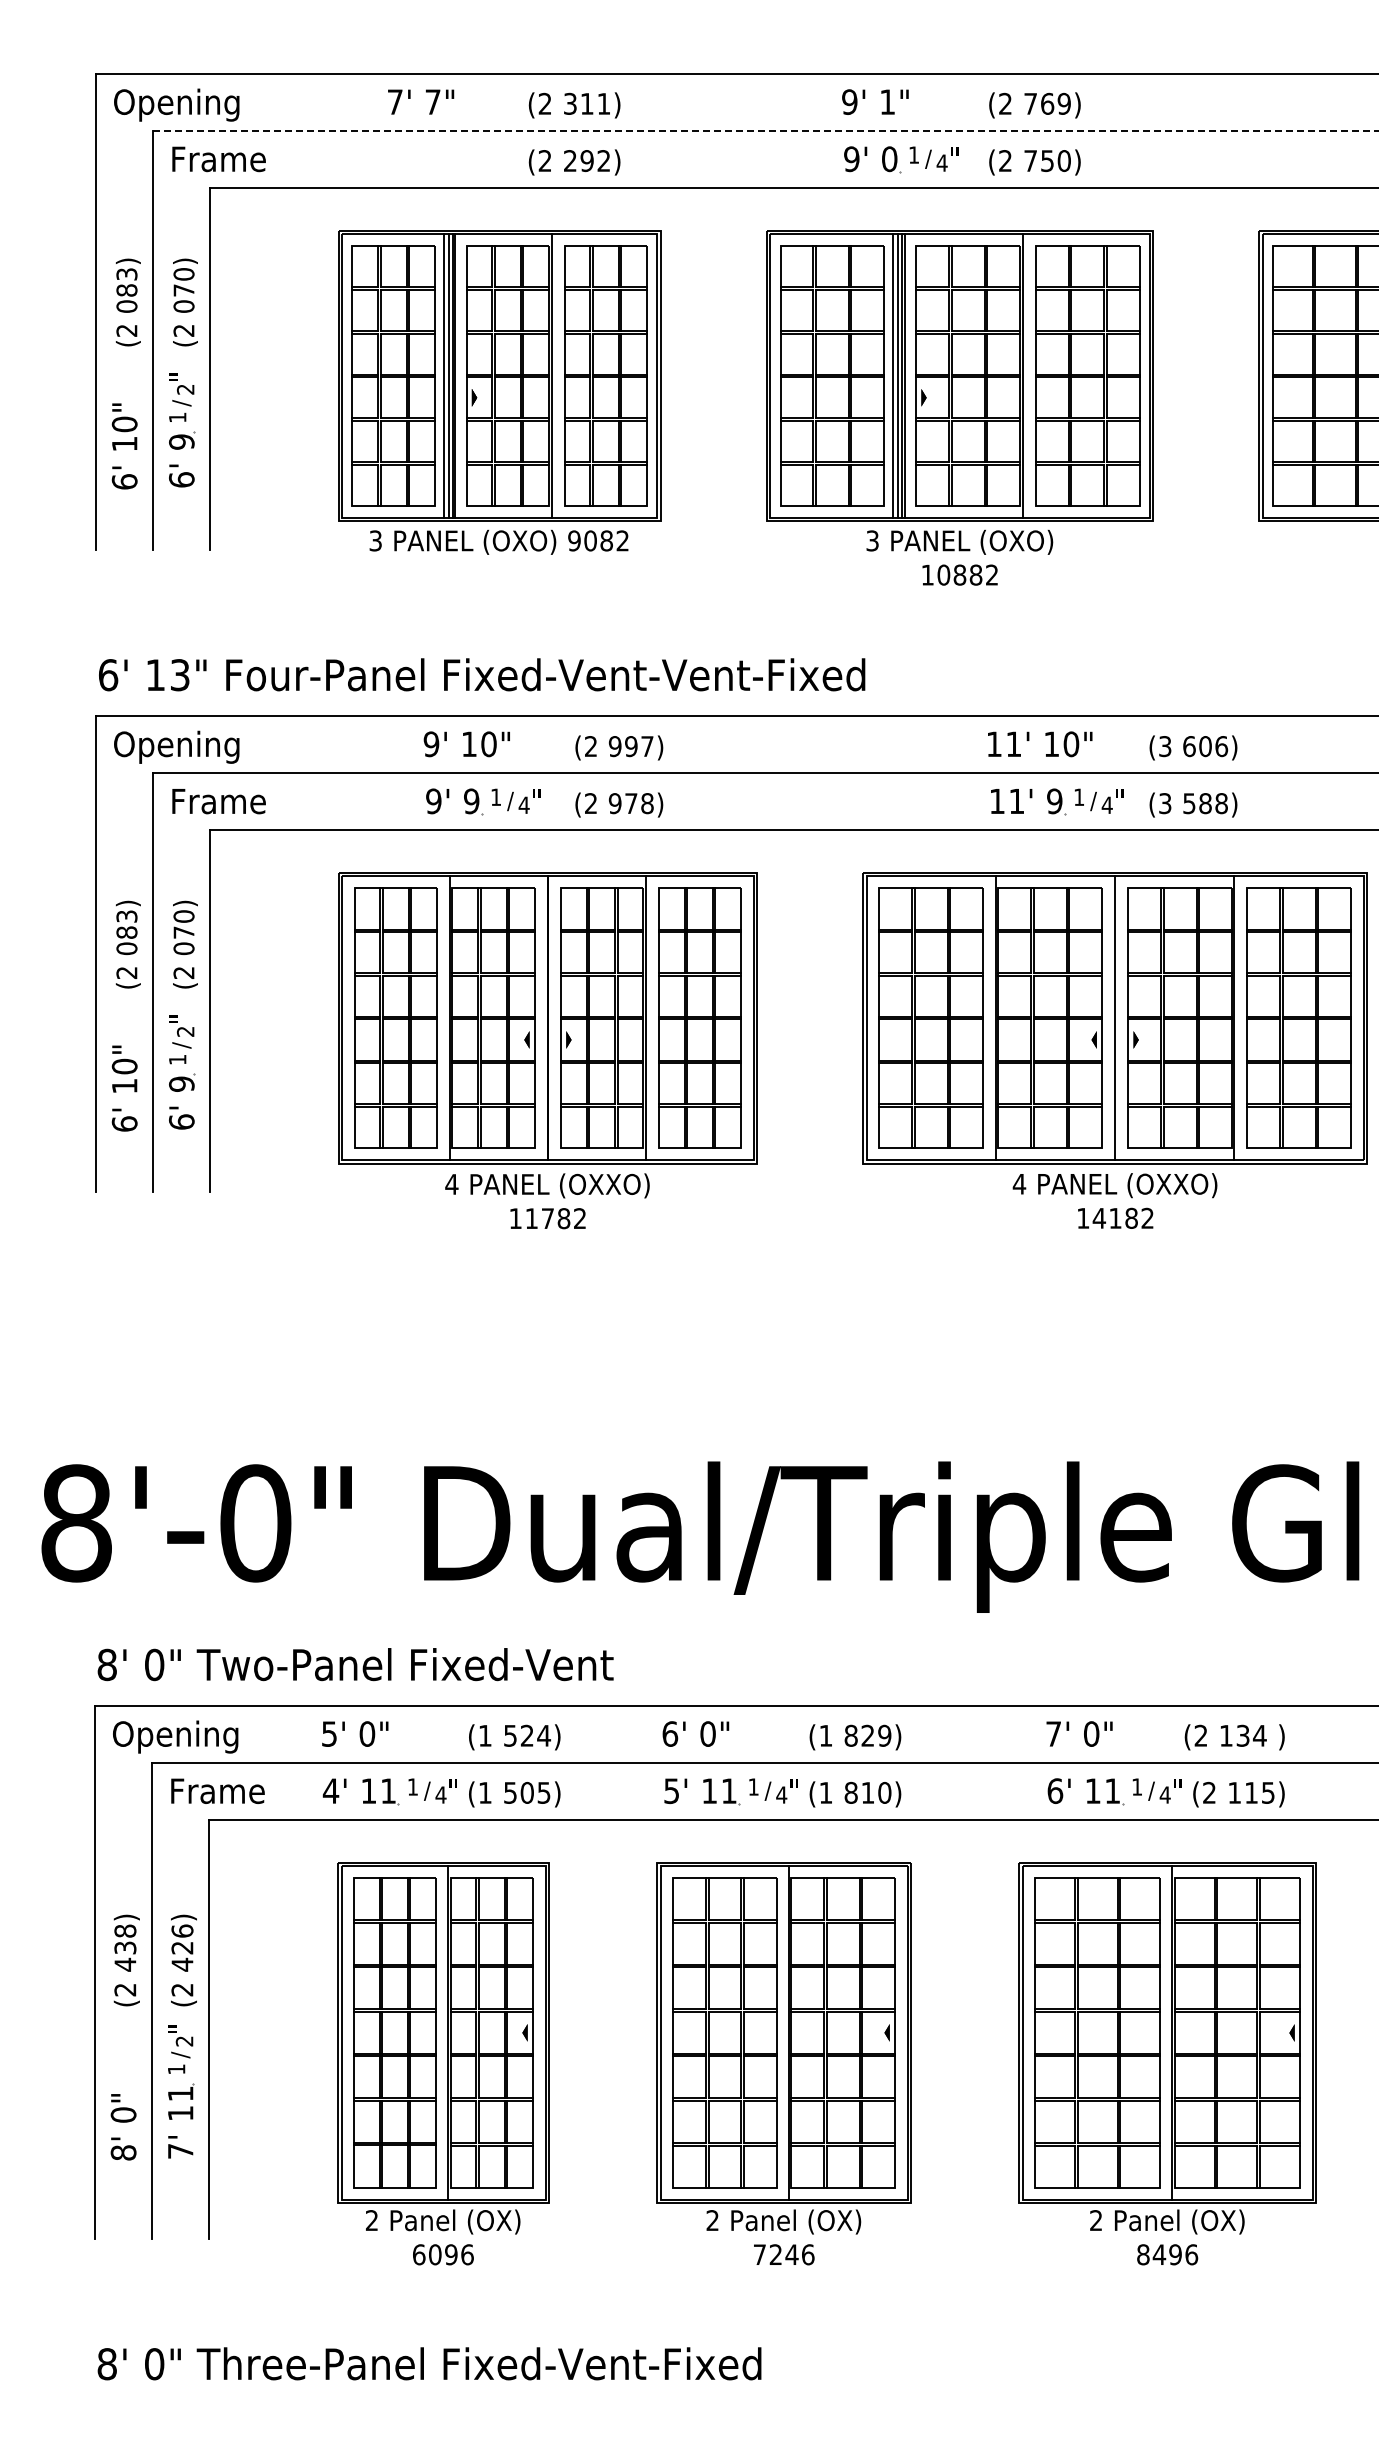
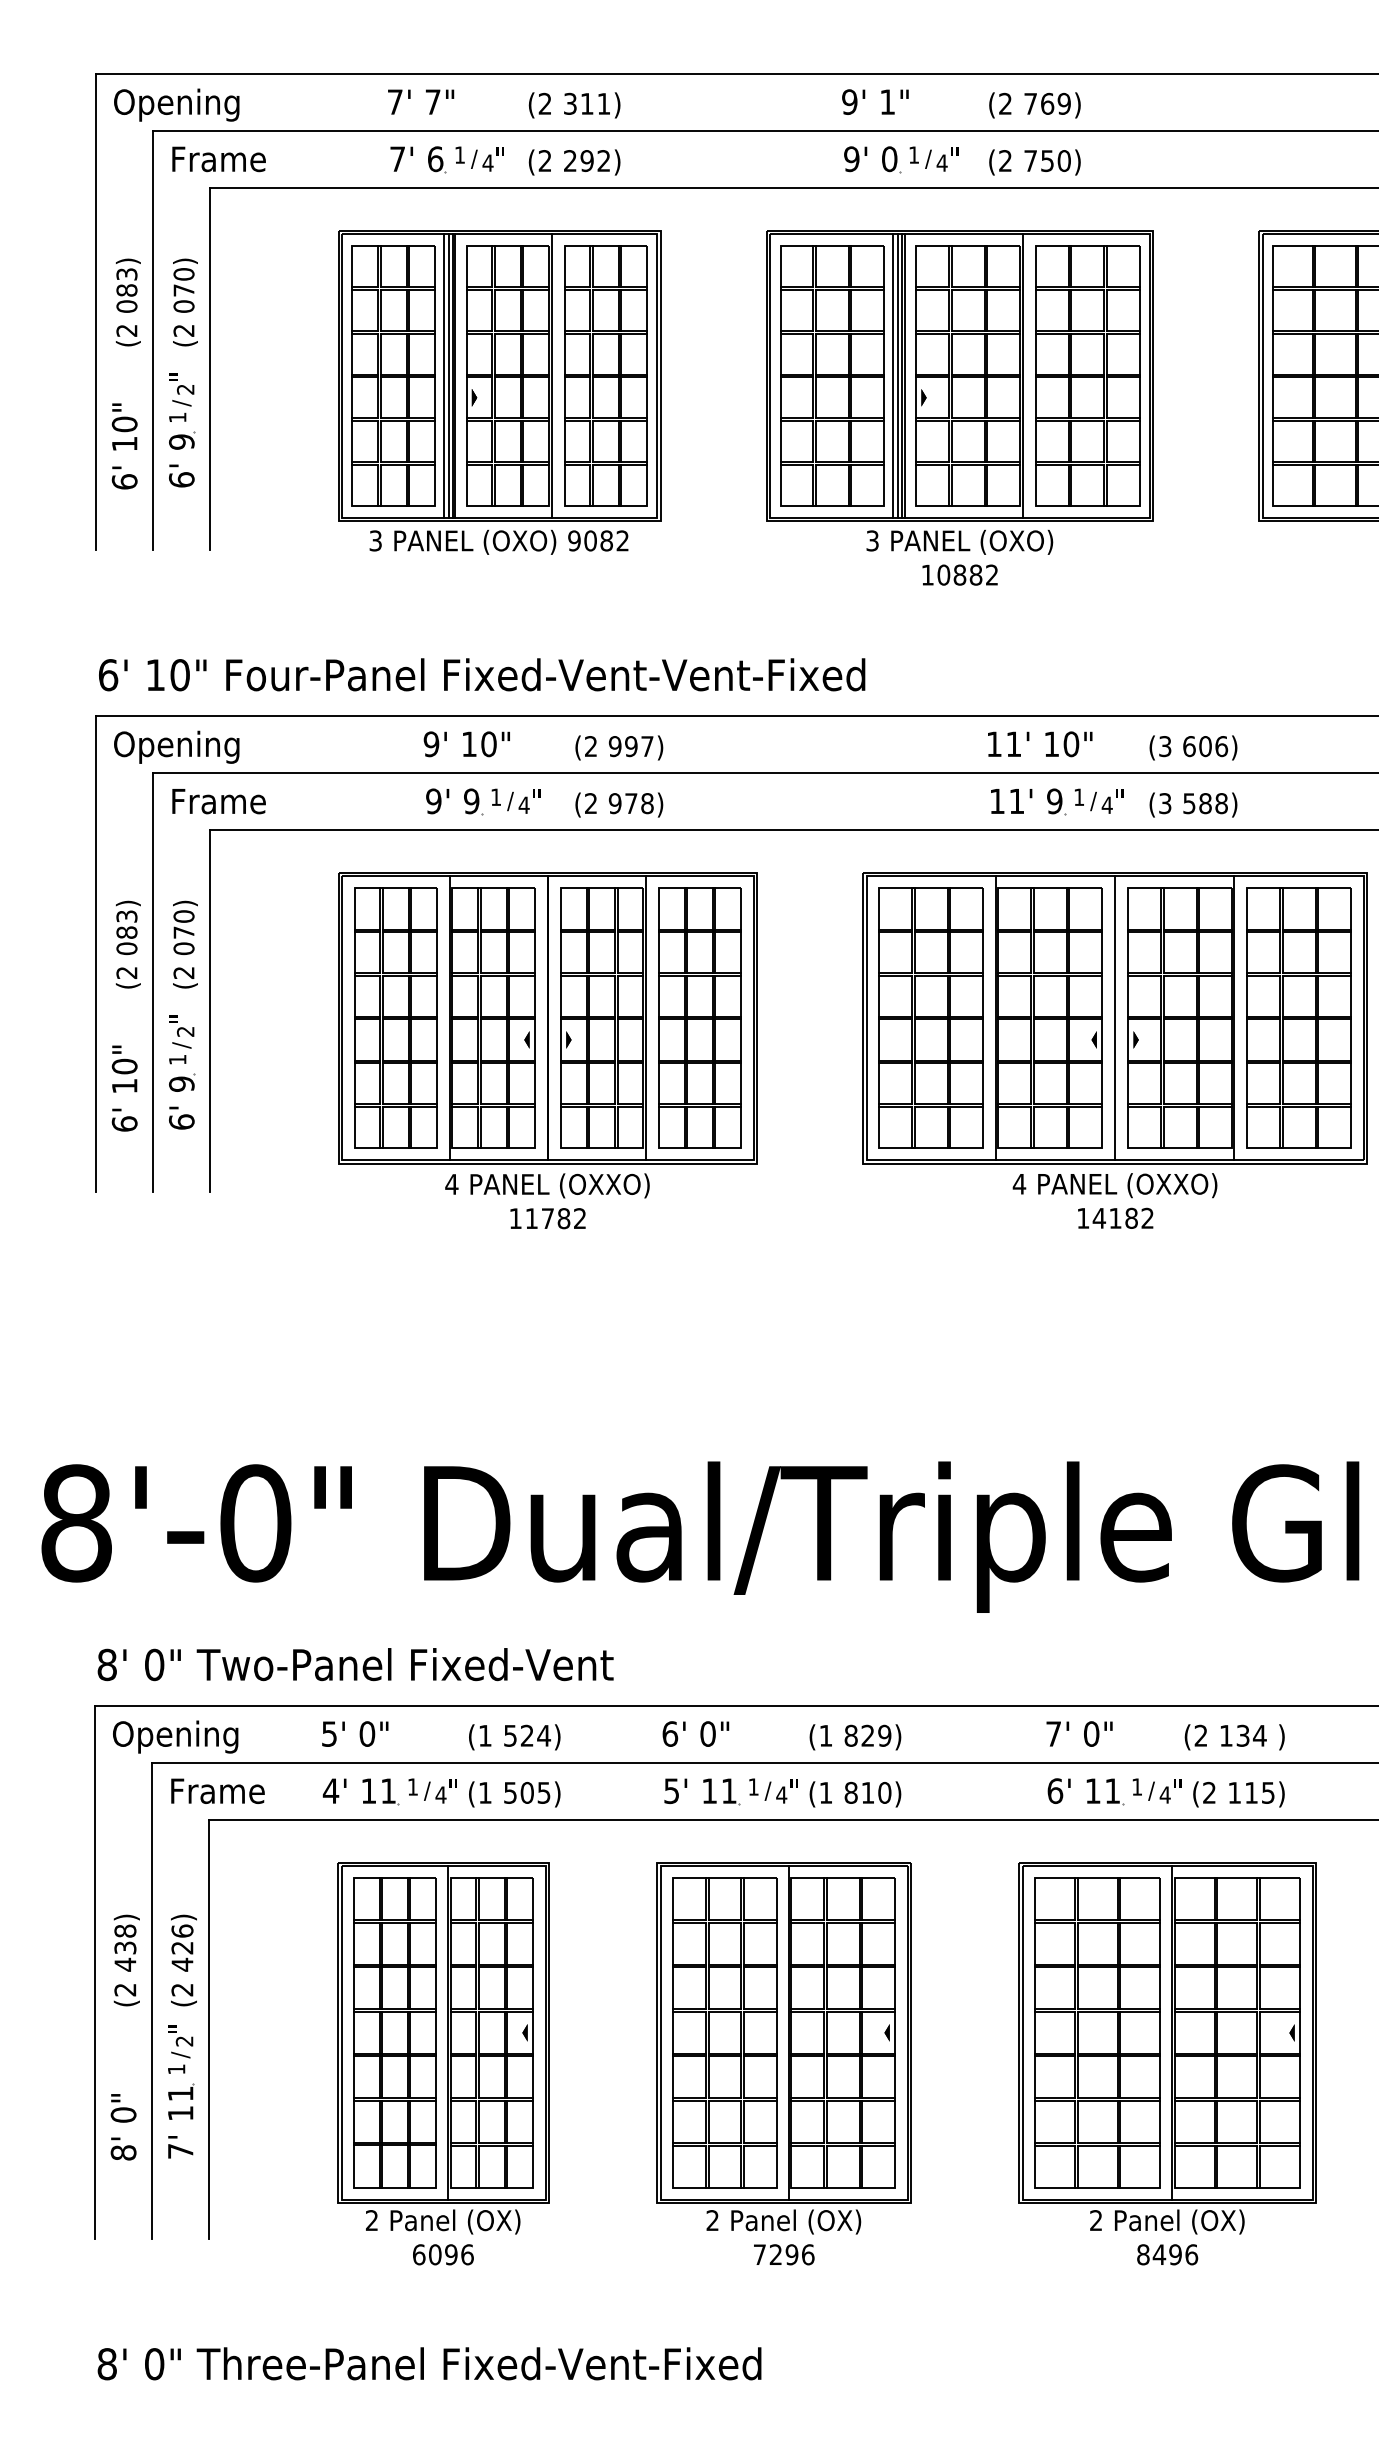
line at (766, 130): dashed -> solid
part at (446, 159): none -> present
text at (179, 675): 13" -> 10"
text at (791, 2254): 7246 -> 7296
